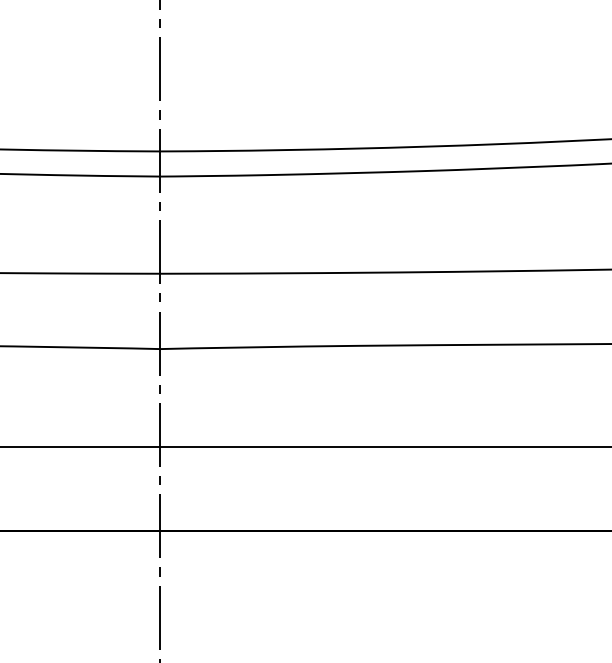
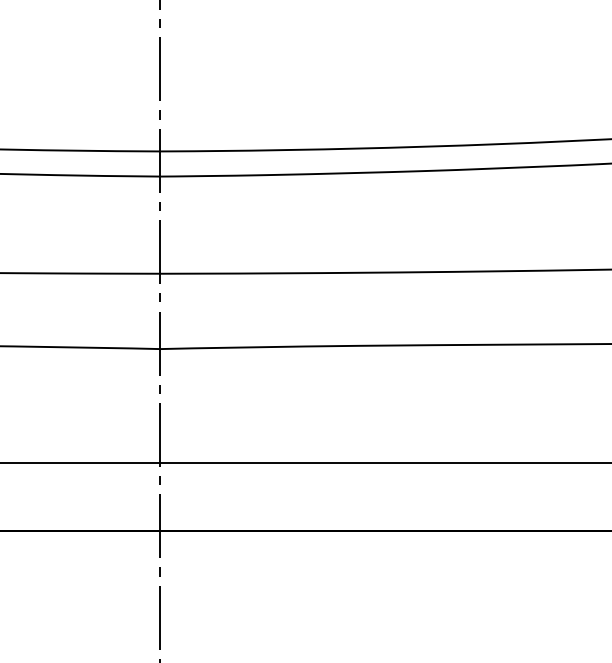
line at (305, 446) position: (305, 446) -> (305, 462)
